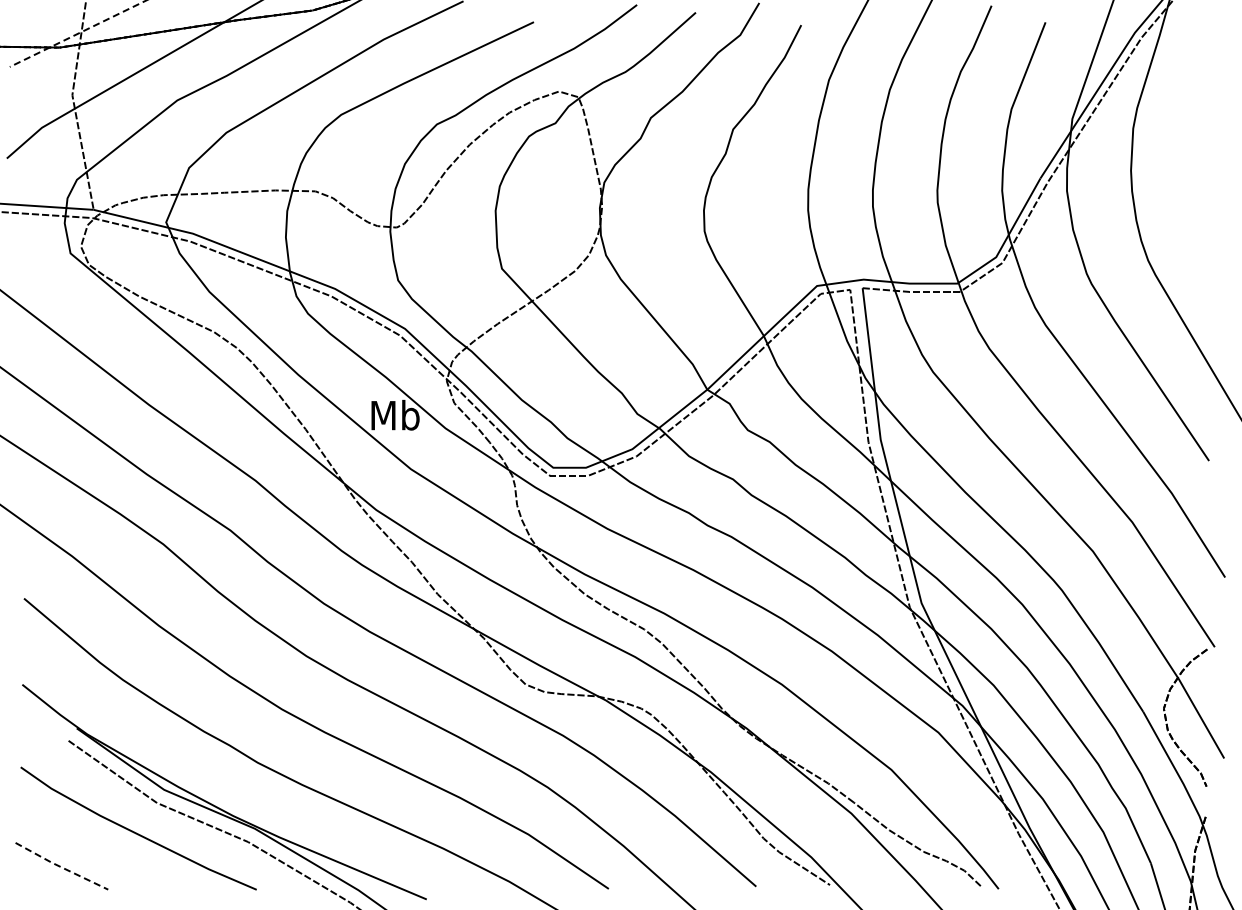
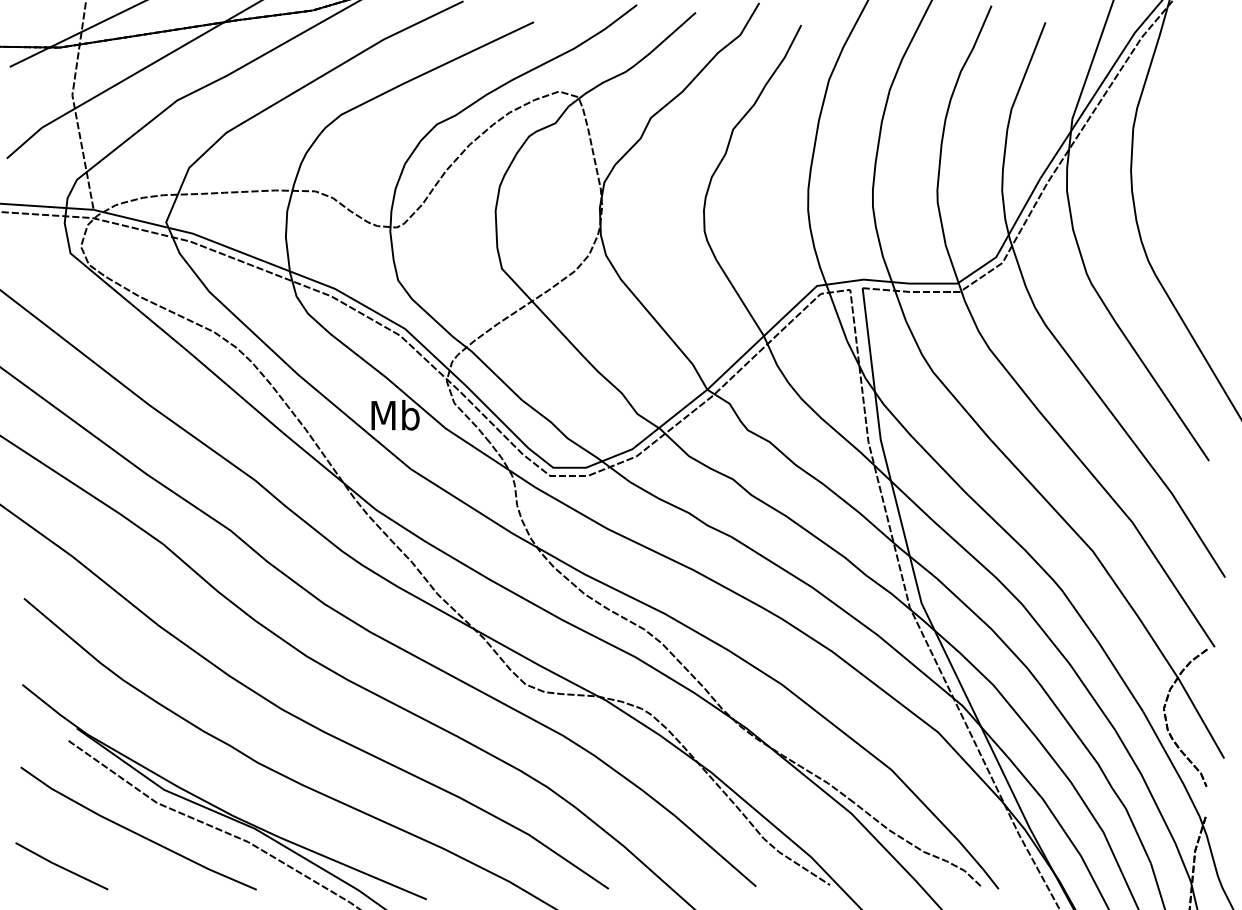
line at (78, 33): dashed -> solid
line at (60, 867): dashed -> solid
